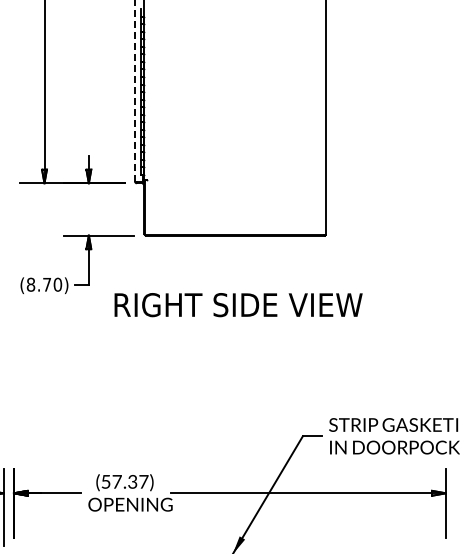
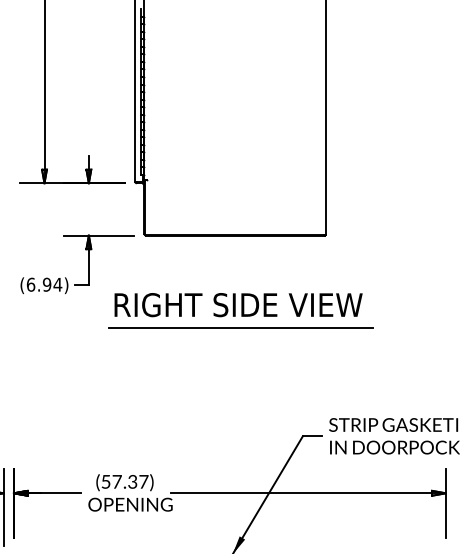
line at (135, 90): dashed -> solid
text at (44, 284): (8.70) -> (6.94)
line at (240, 328): none -> present
